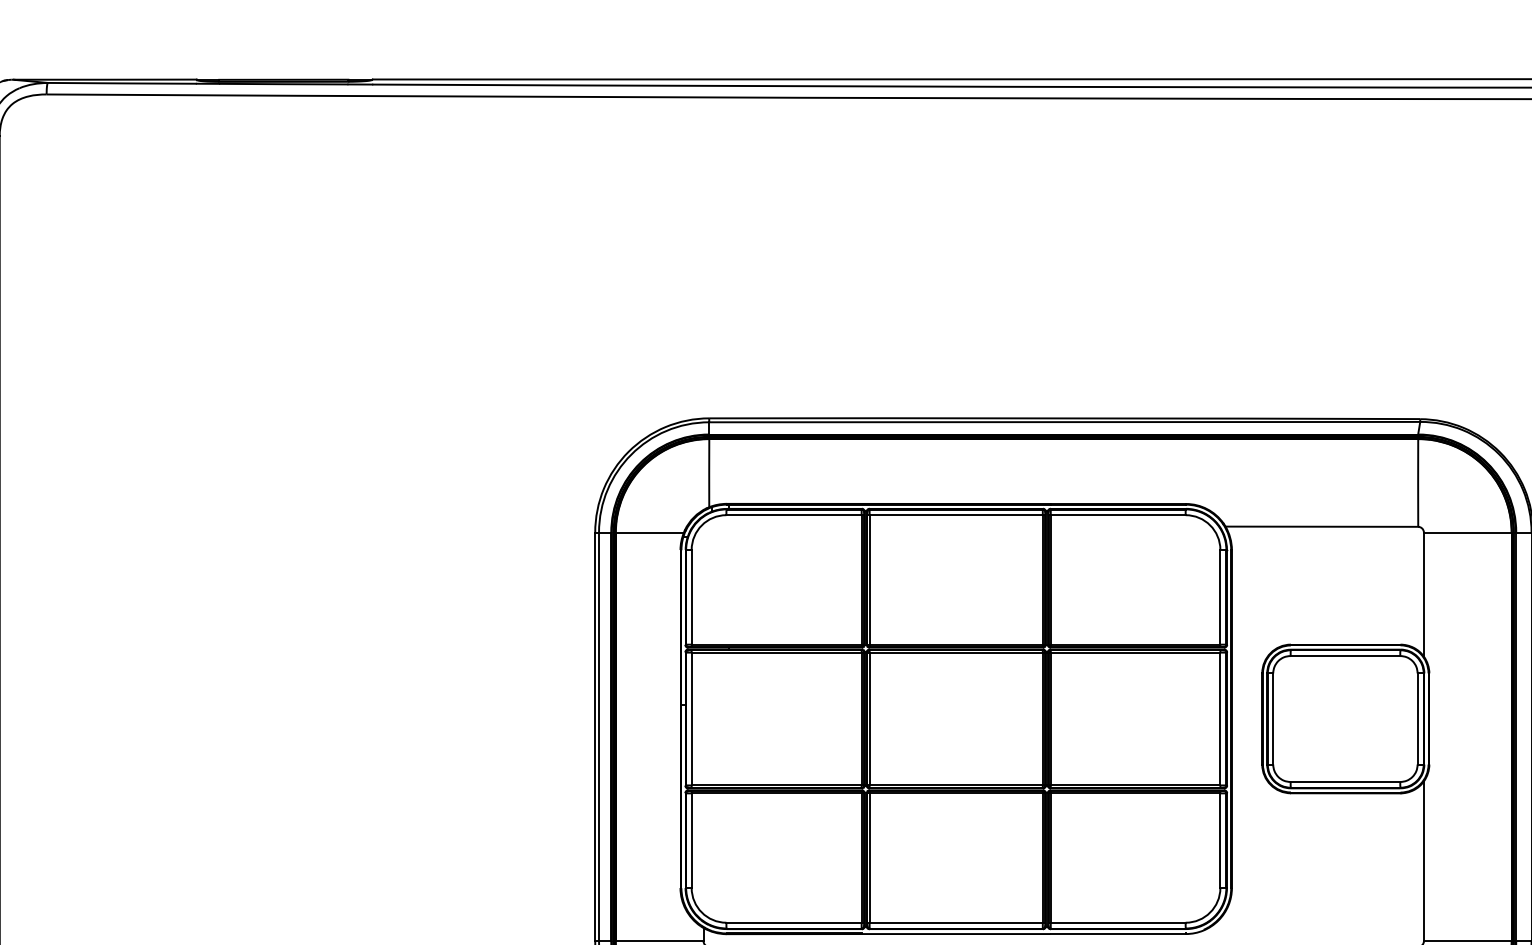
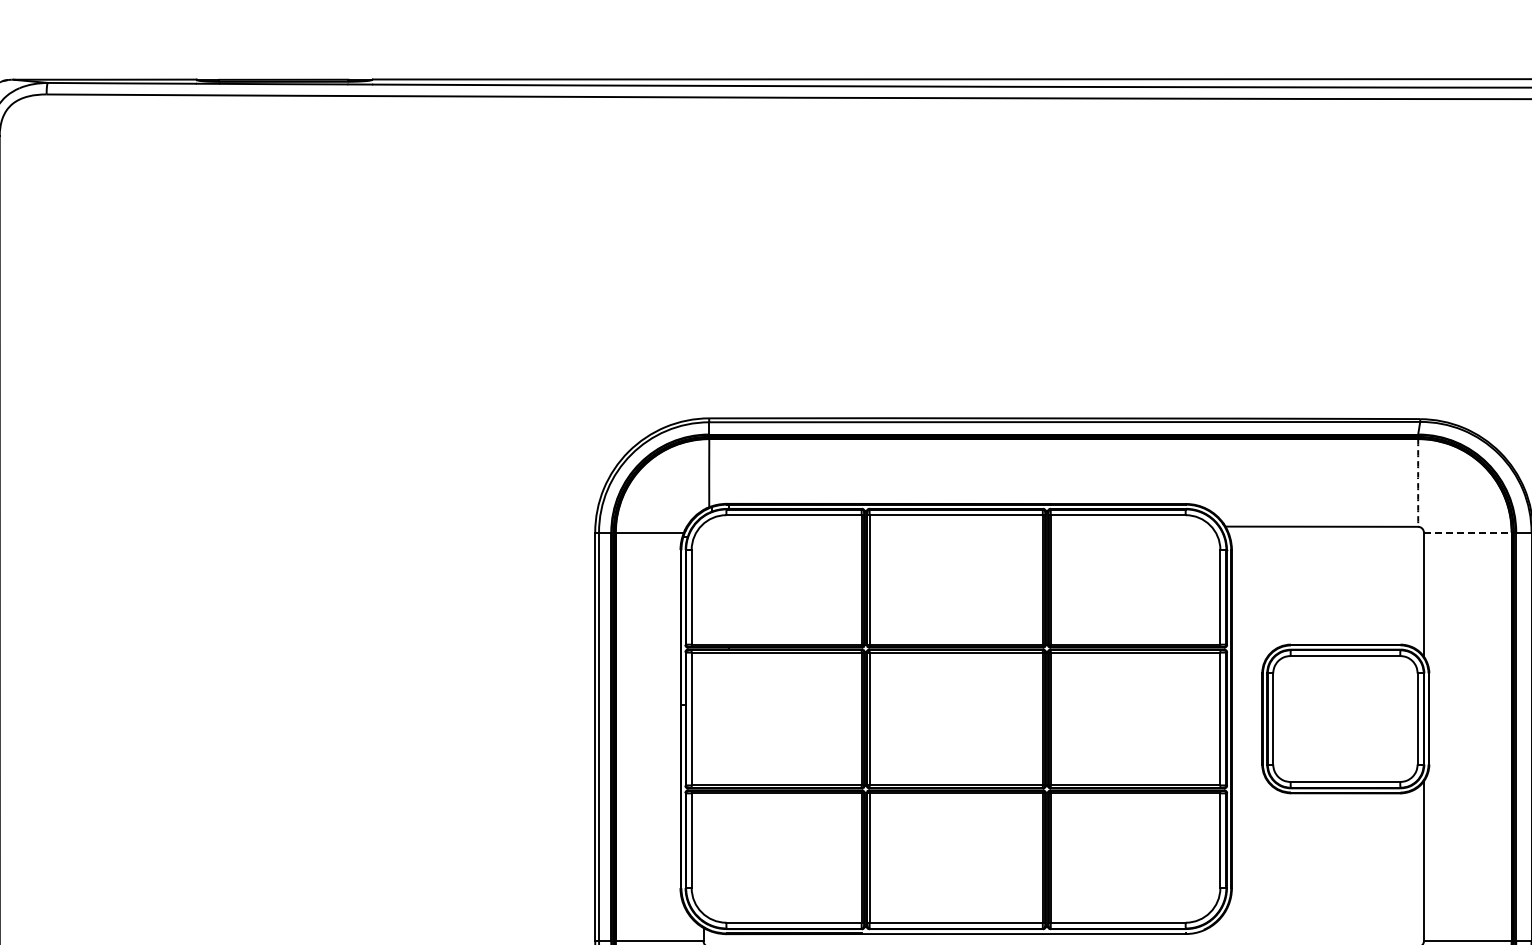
arc at (1418, 483): solid -> dashed
line at (1467, 532): solid -> dashed
